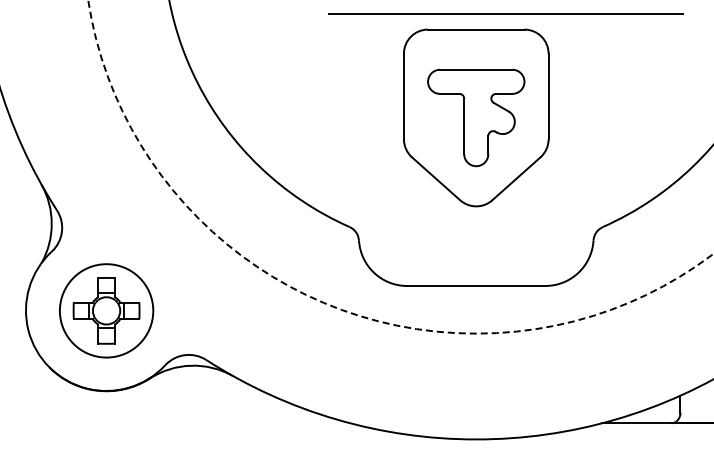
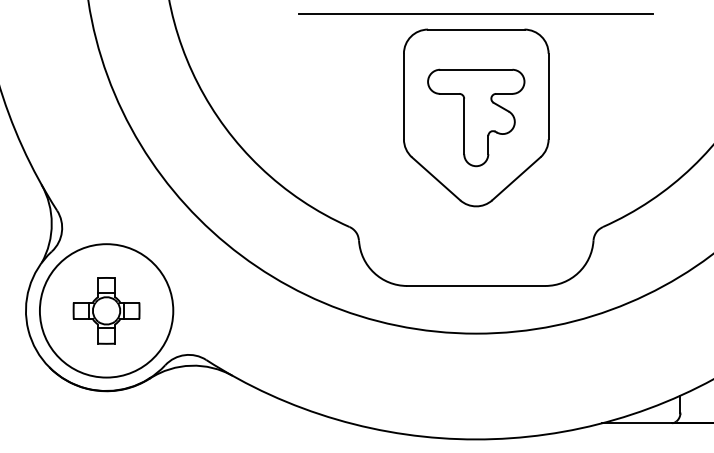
line at (505, 13) position: (505, 13) -> (475, 13)
circle at (400, 166): dashed -> solid
circle at (106, 310) diameter: 93 px -> 133 px
